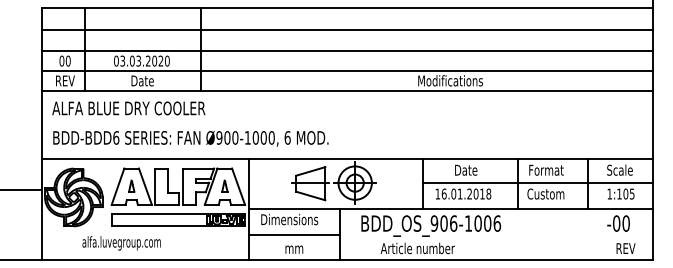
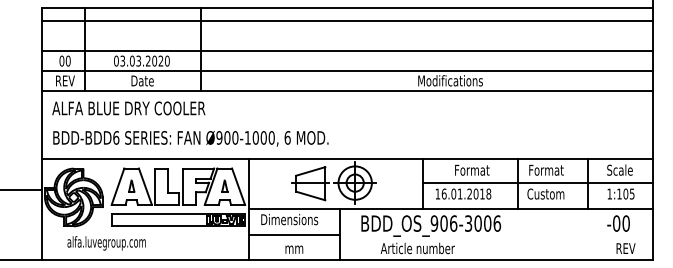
line at (347, 29) position: (347, 29) -> (347, 20)
text at (472, 169): Date -> Format
text at (468, 223): BDD_OS_906-1006 -> BDD_OS_906-3006
text at (121, 243) position: (121, 243) -> (106, 243)
